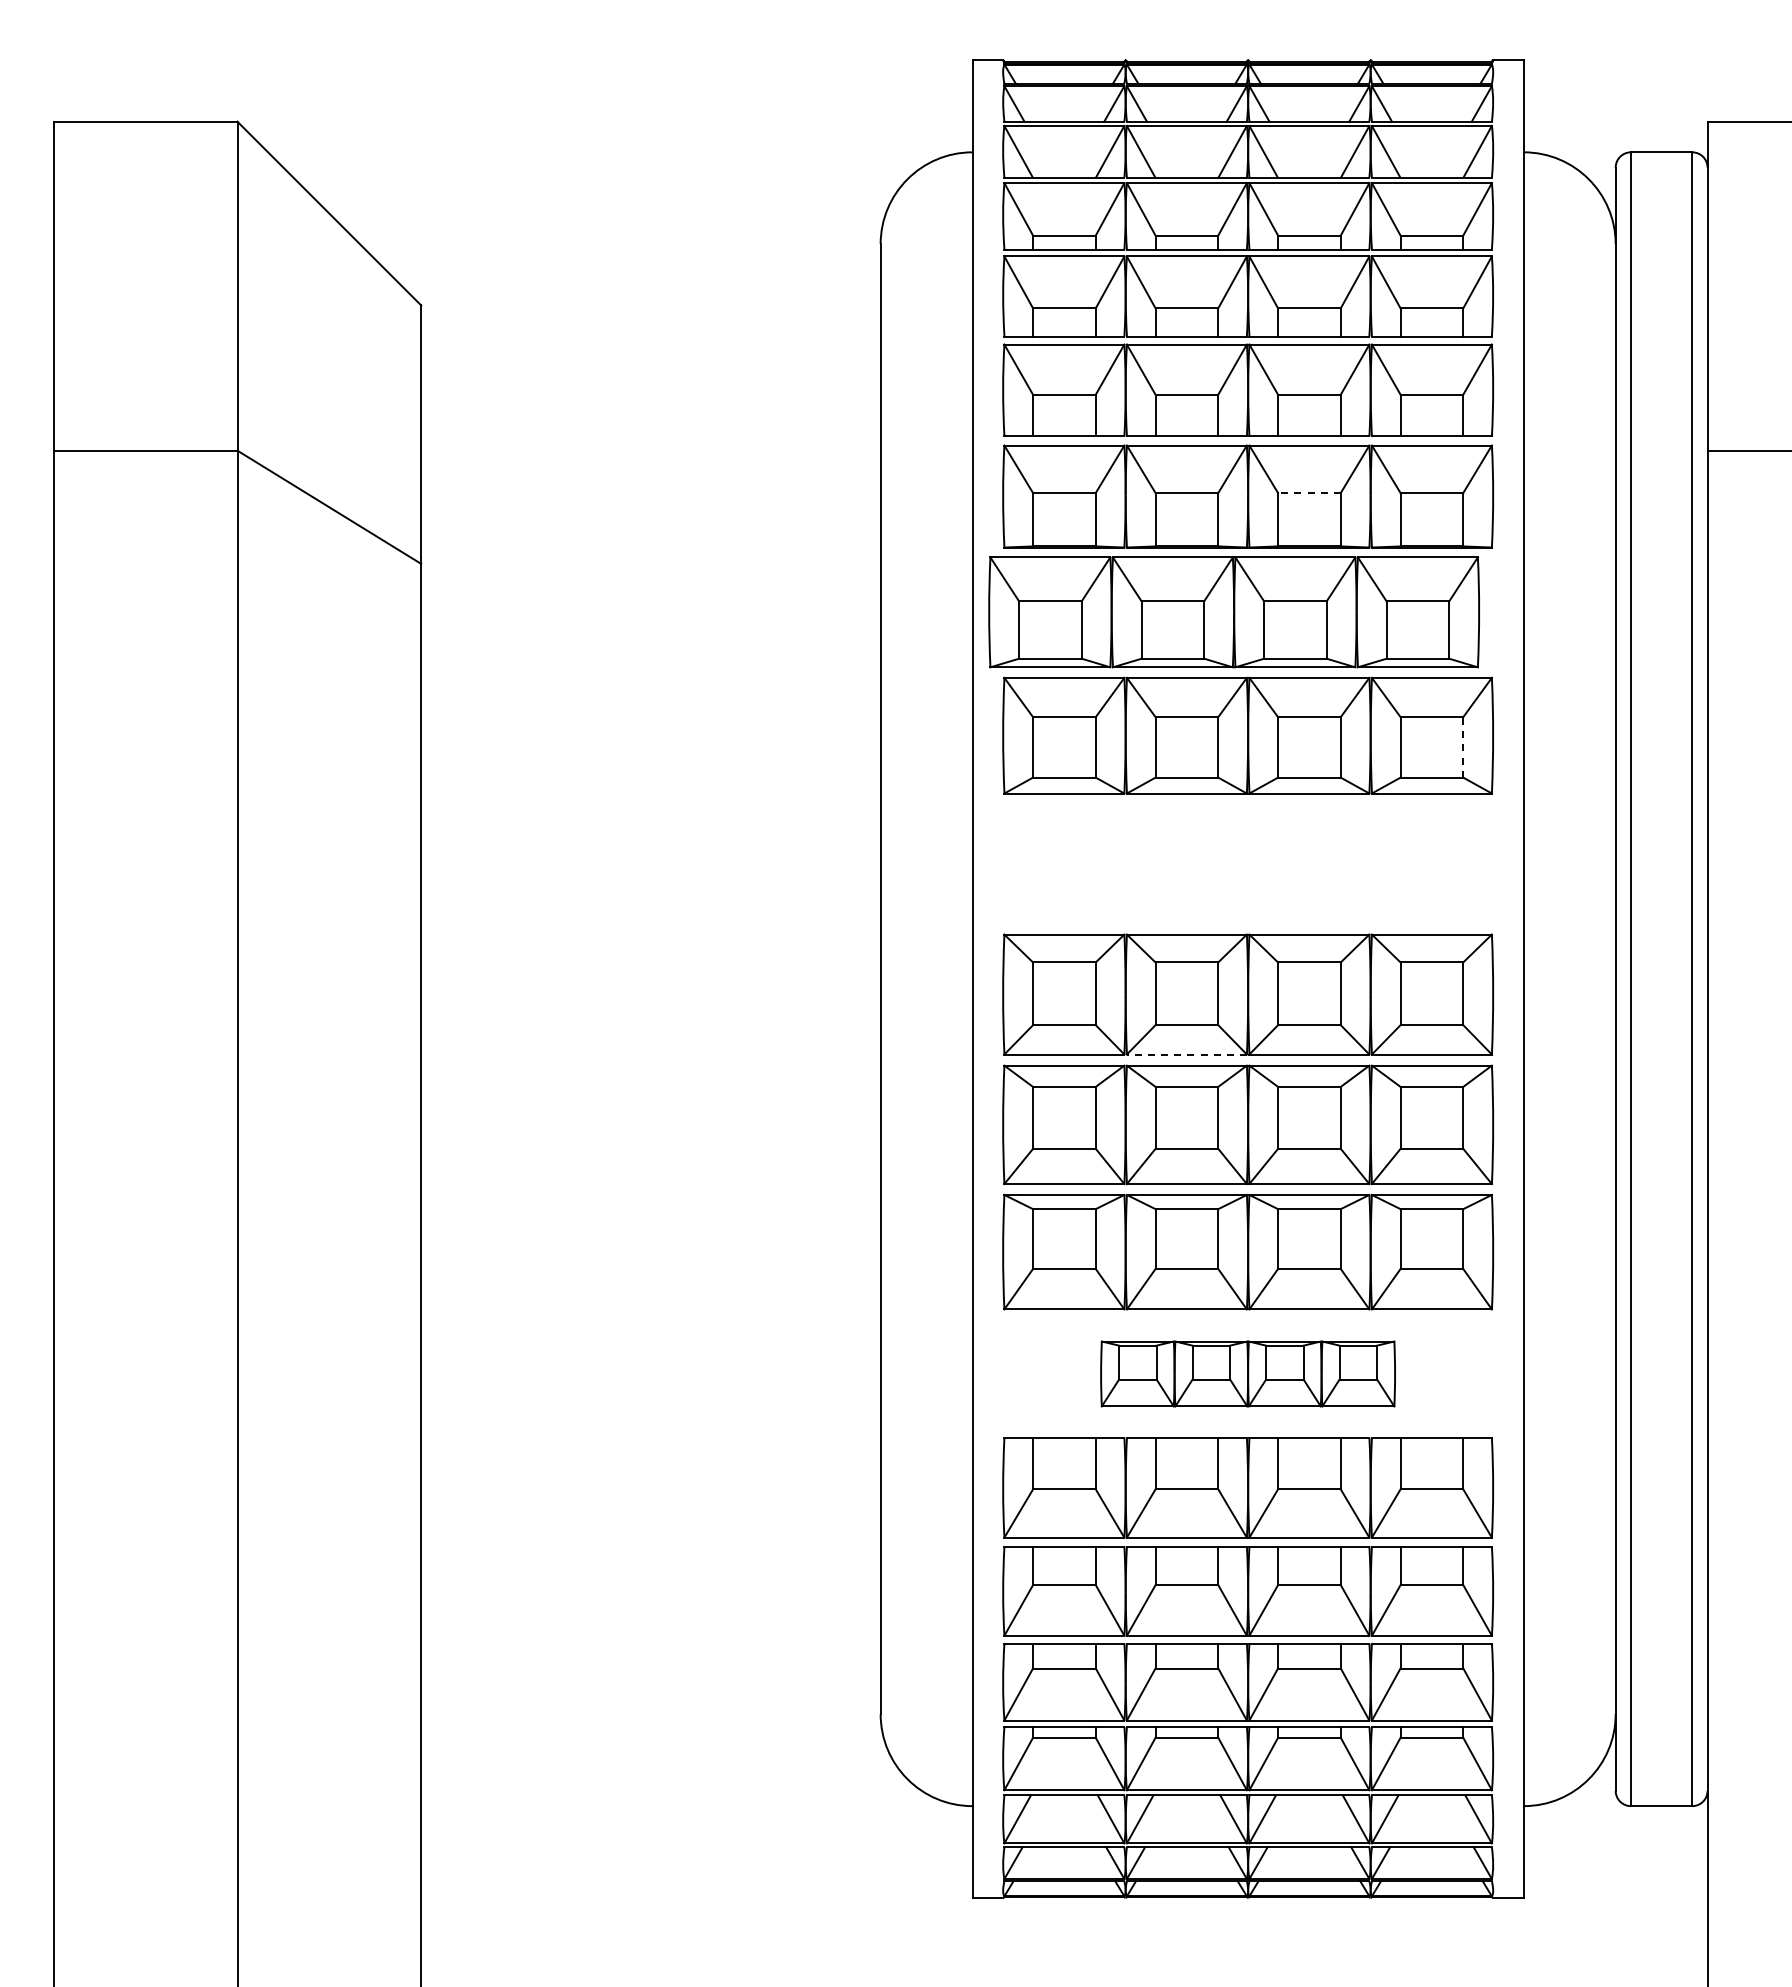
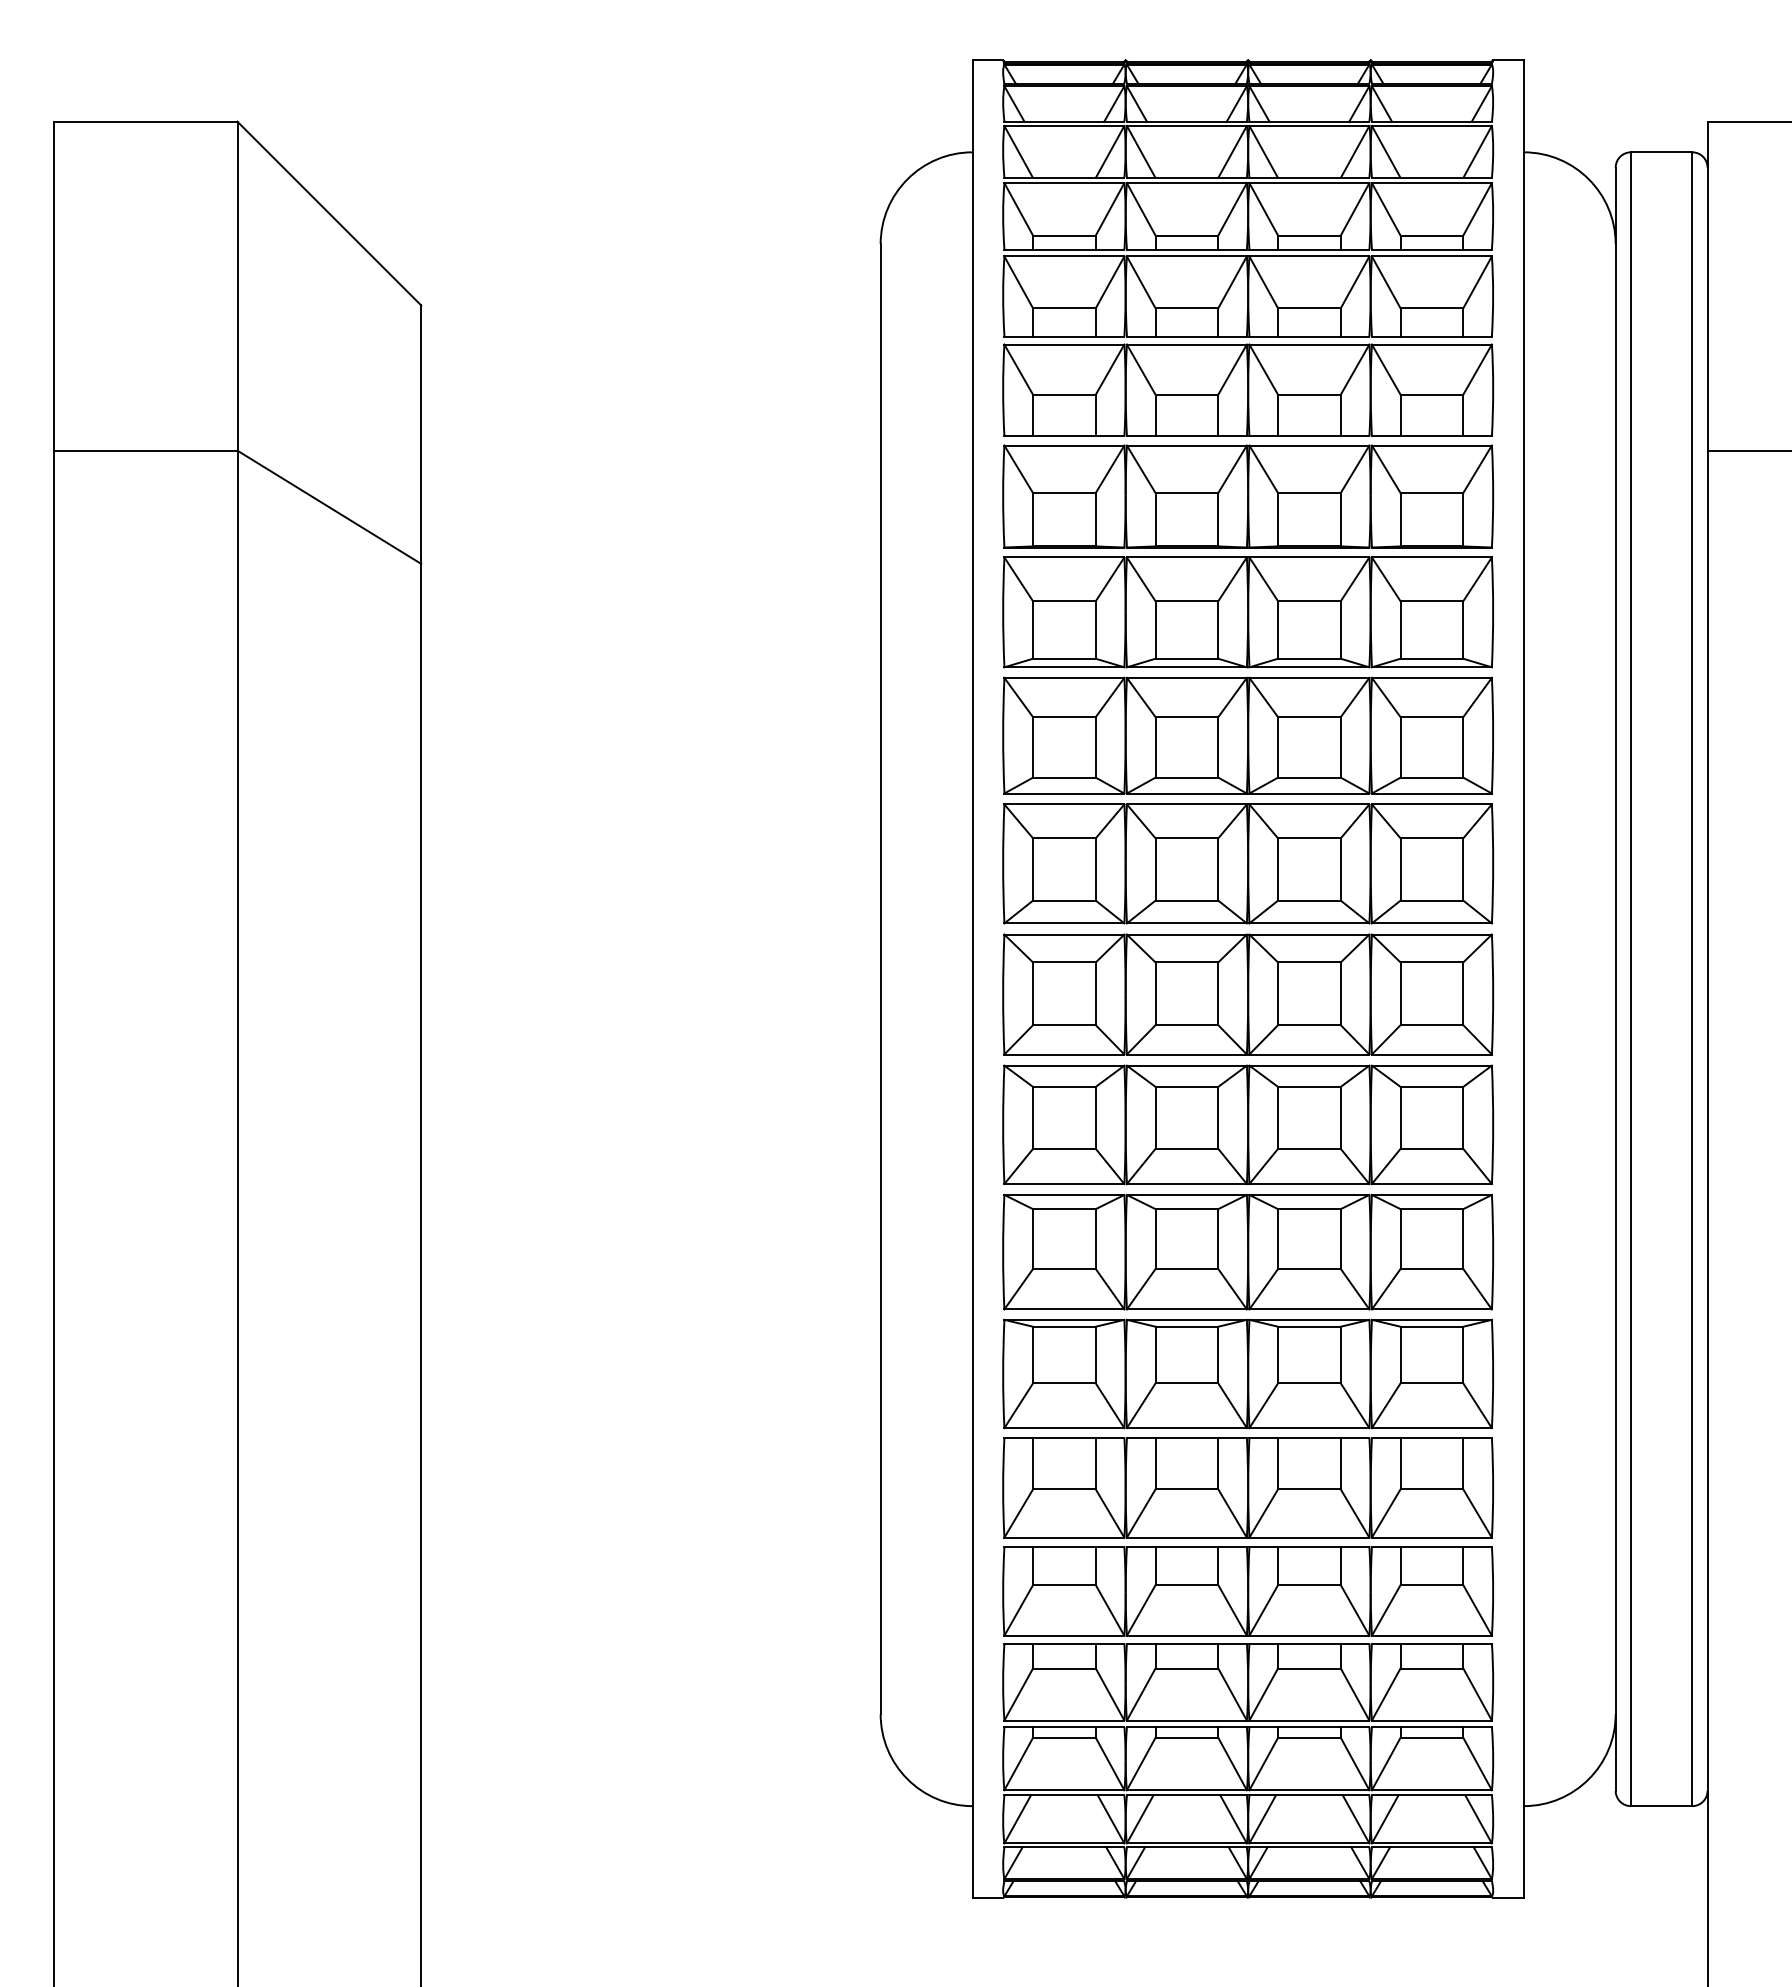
line at (1308, 492): dashed -> solid
part at (1233, 612) position: (1233, 612) -> (1247, 612)
line at (1463, 746): dashed -> solid
part at (1247, 863): none -> present
line at (1186, 1054): dashed -> solid
part at (1247, 1373) size: 296x68 px -> 492x112 px
